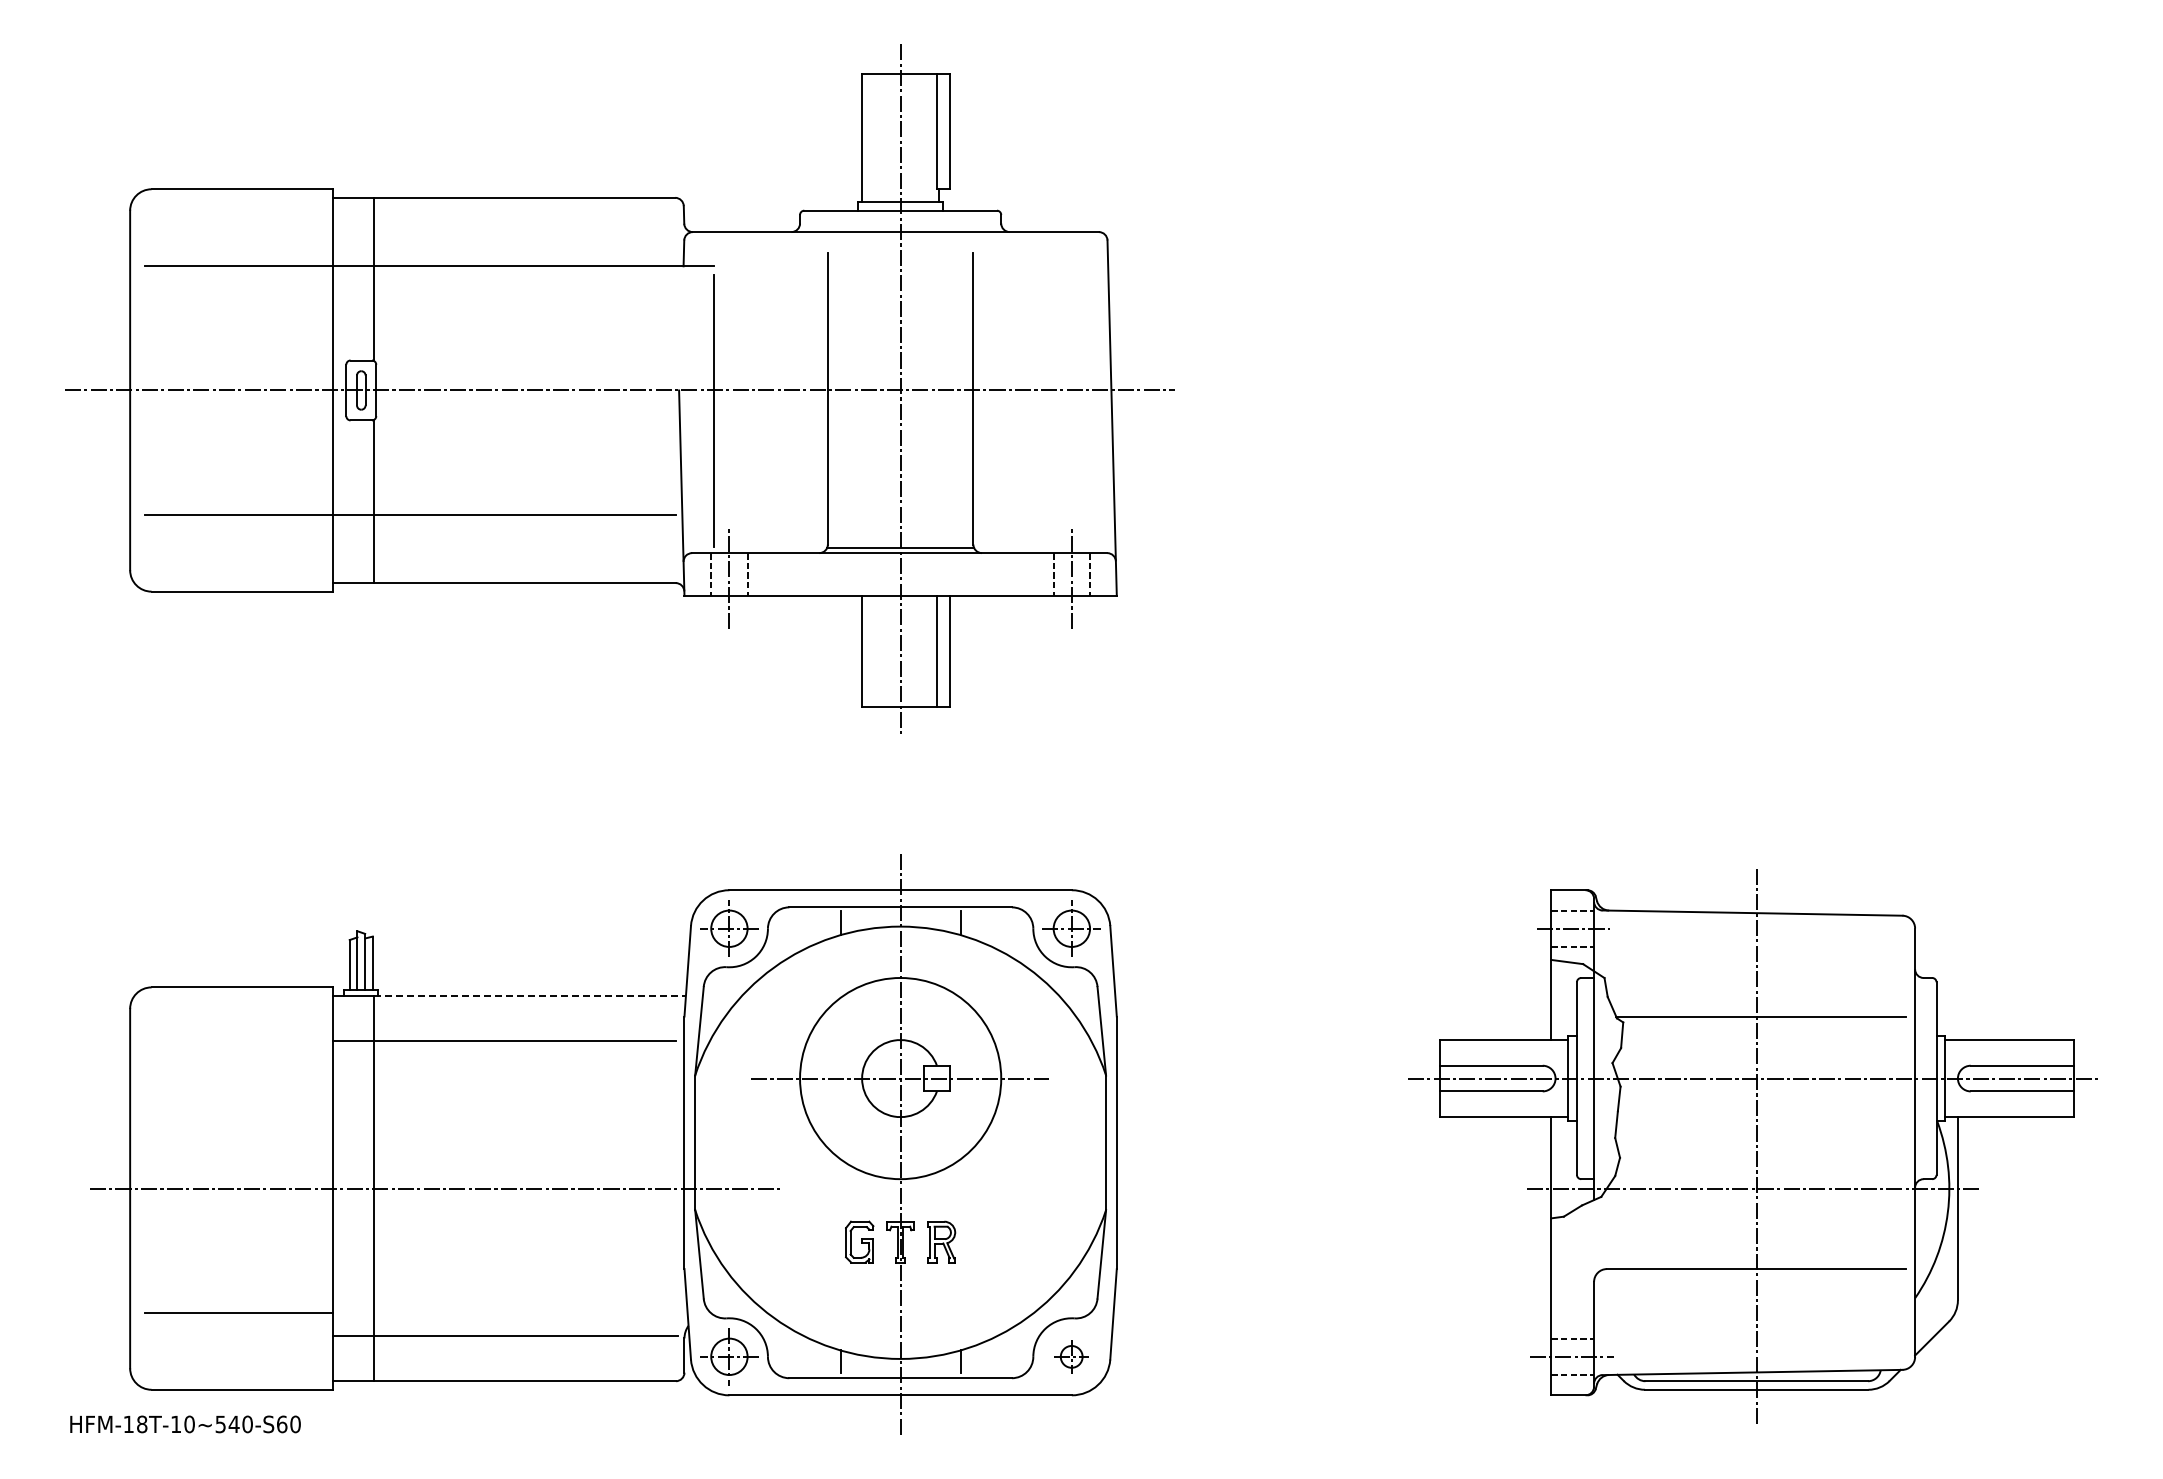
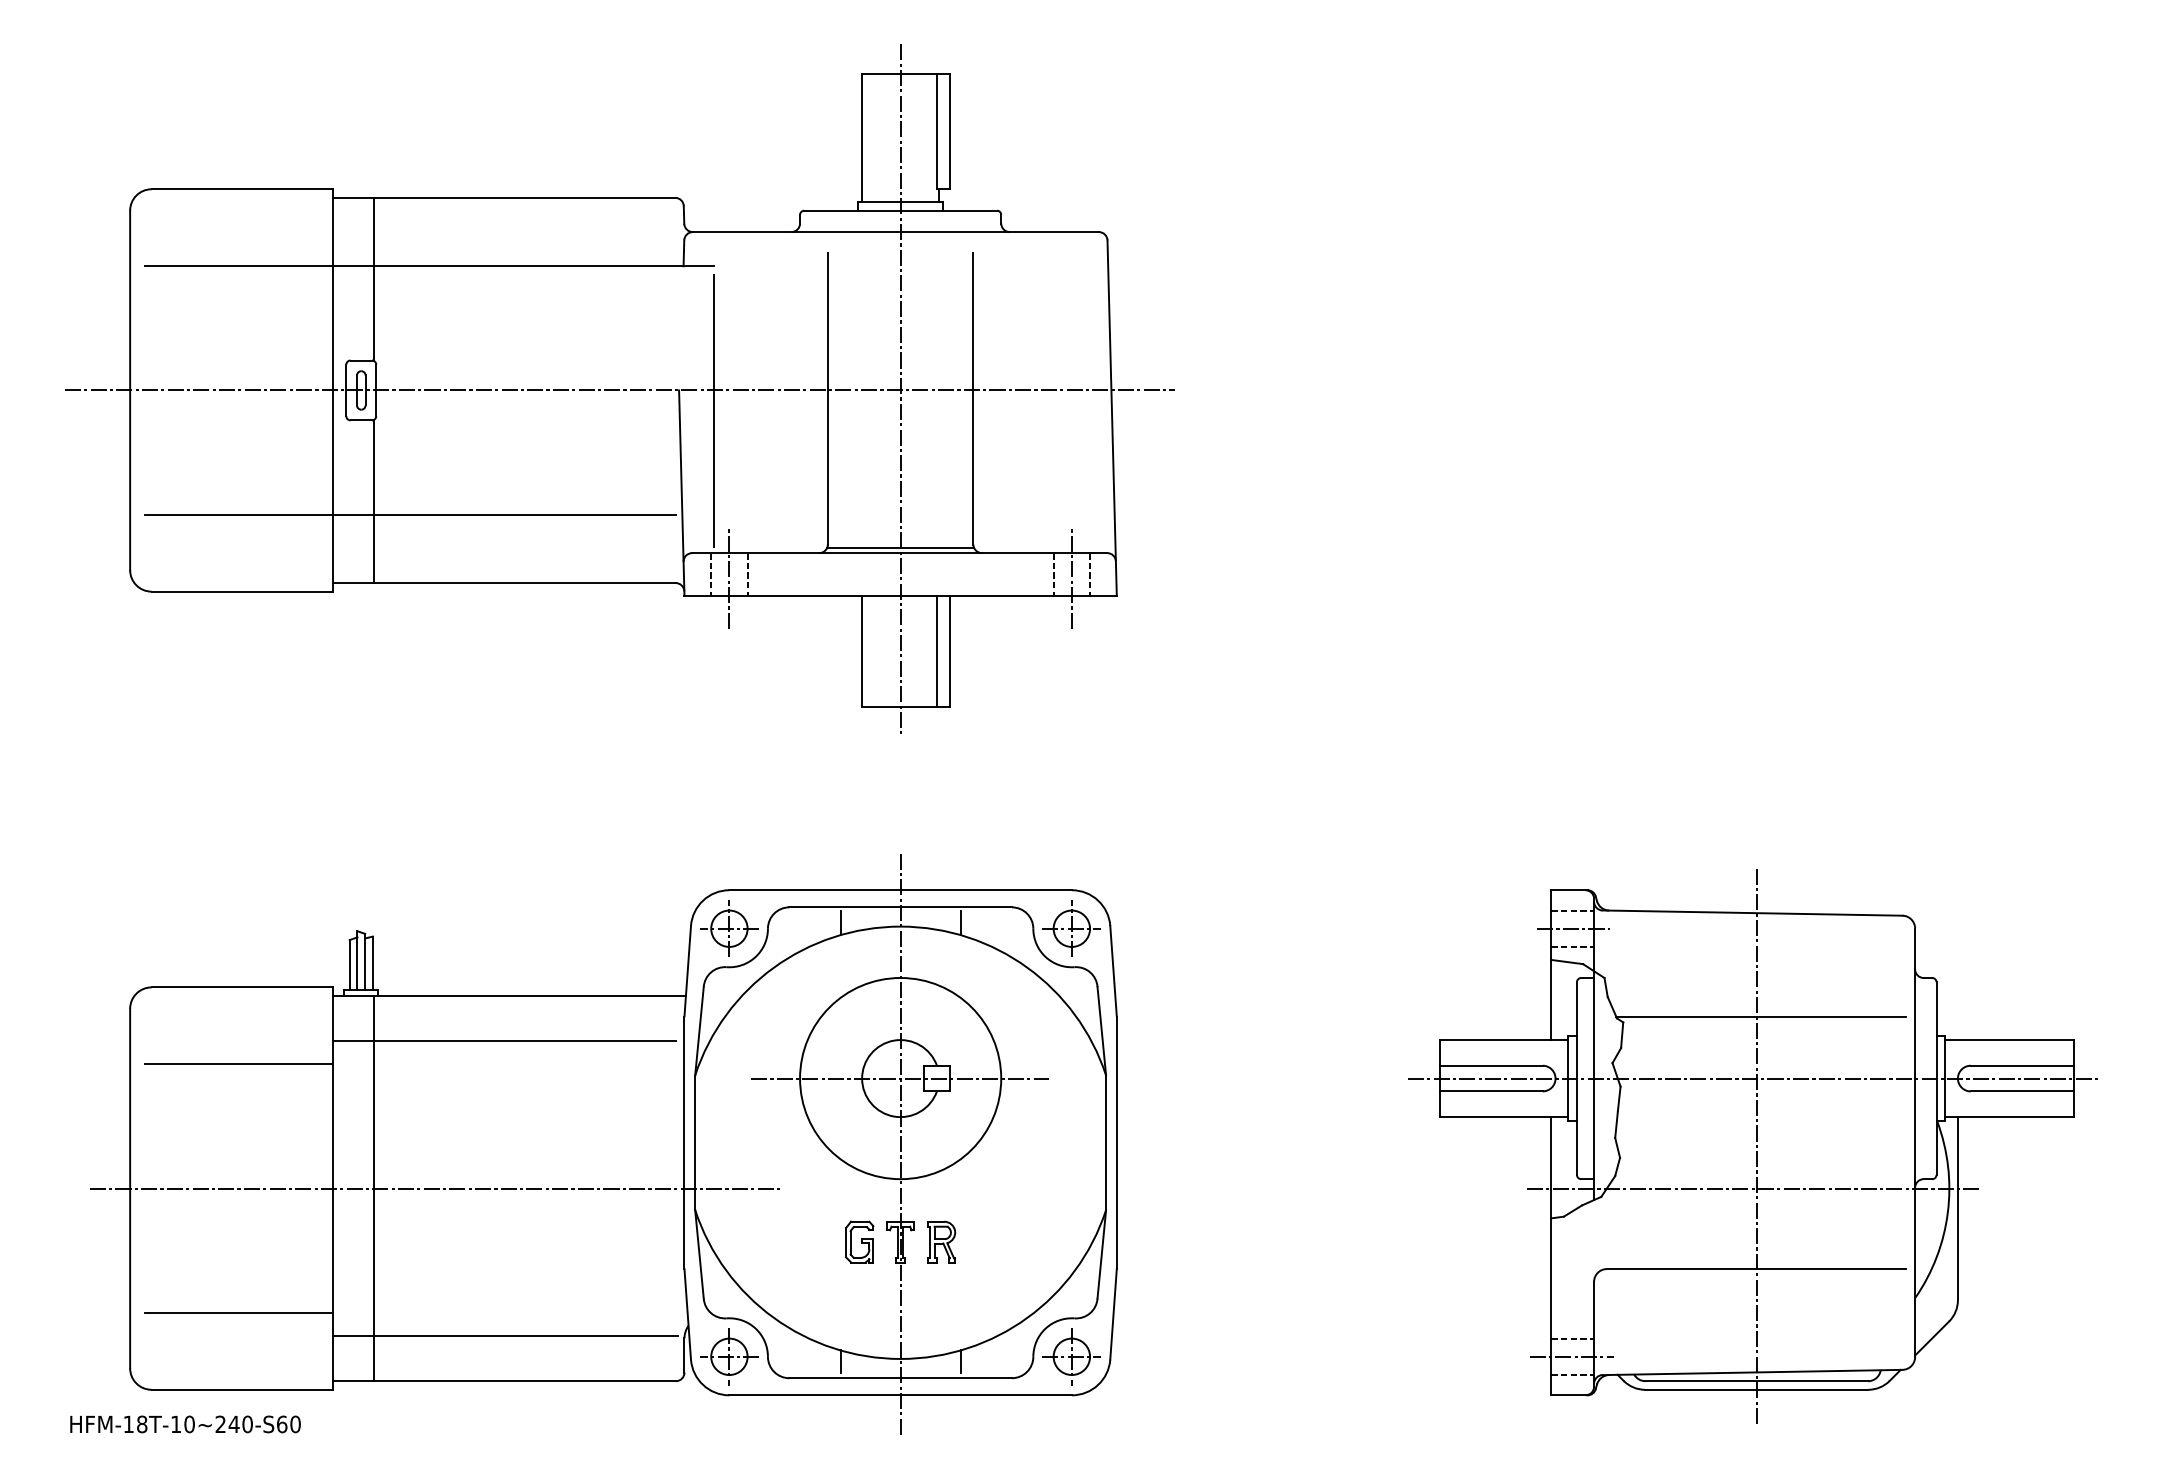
line at (530, 995): dashed -> solid
line at (239, 1064): none -> present
part at (1071, 1356) size: 35x34 px -> 59x58 px
text at (220, 1424): HFM-18T-10~540-S60 -> HFM-18T-10~240-S60
